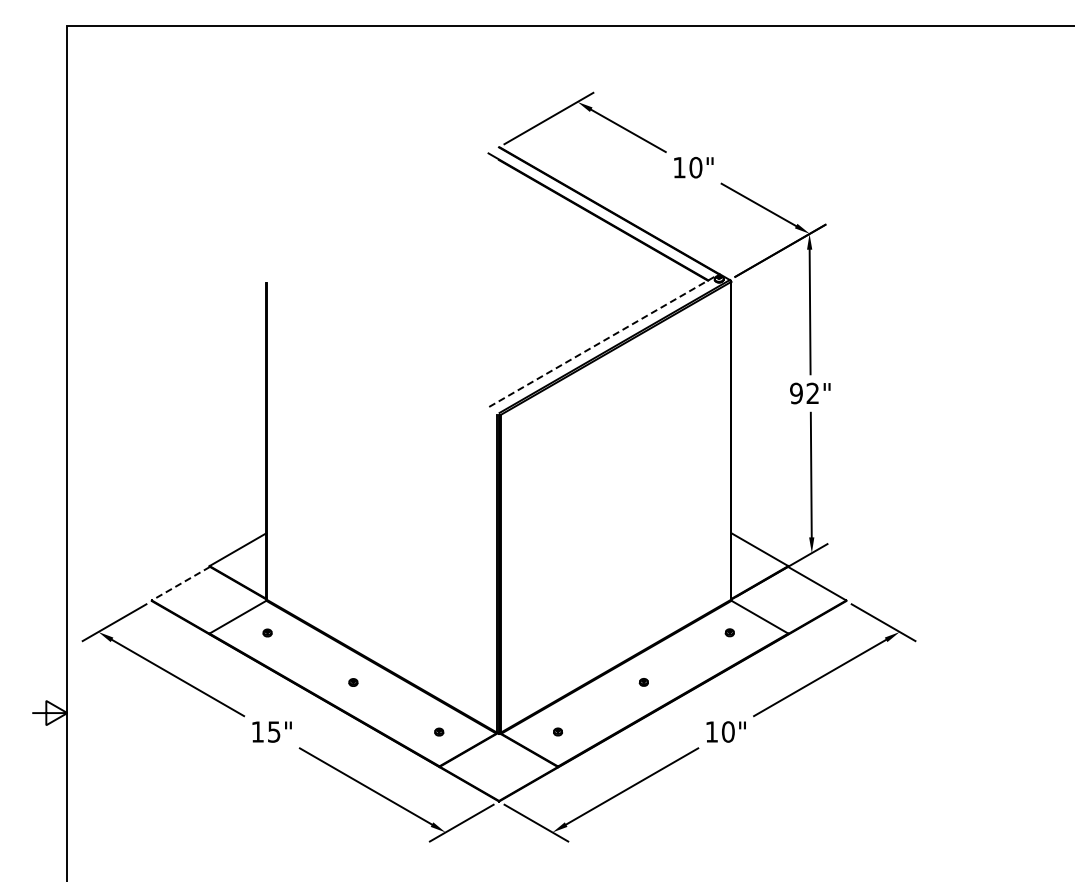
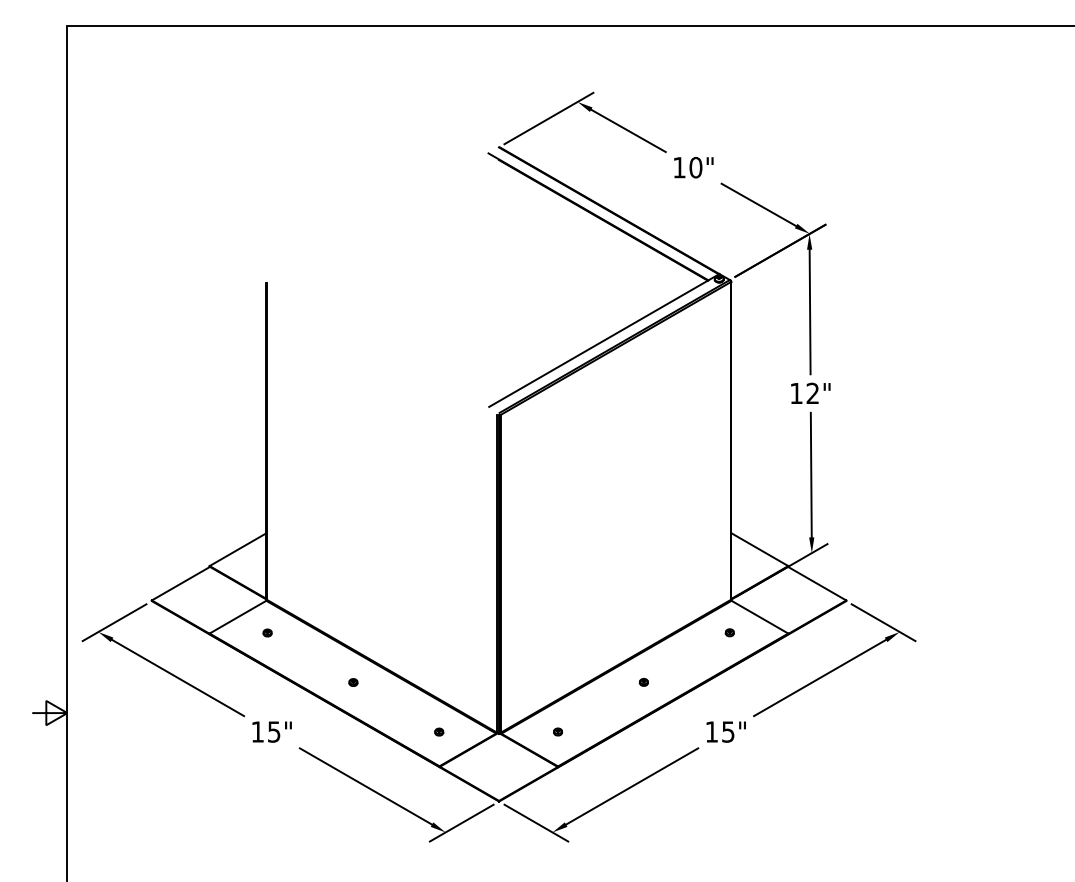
line at (604, 340): dashed -> solid
text at (796, 393): 92" -> 12"
line at (180, 583): dashed -> solid
text at (728, 731): 10" -> 15"
